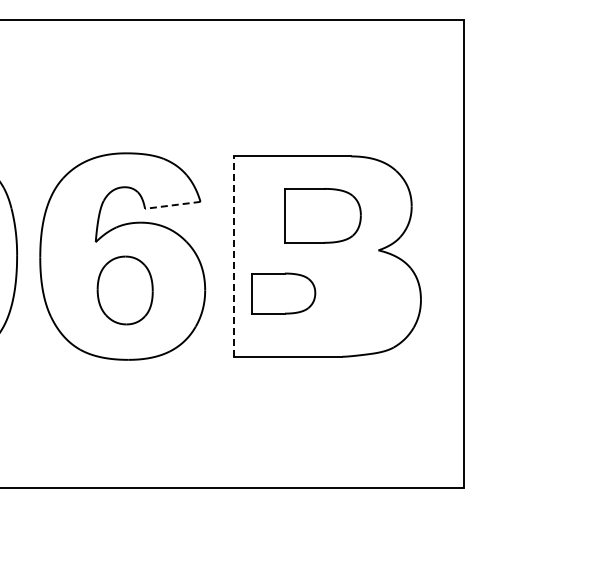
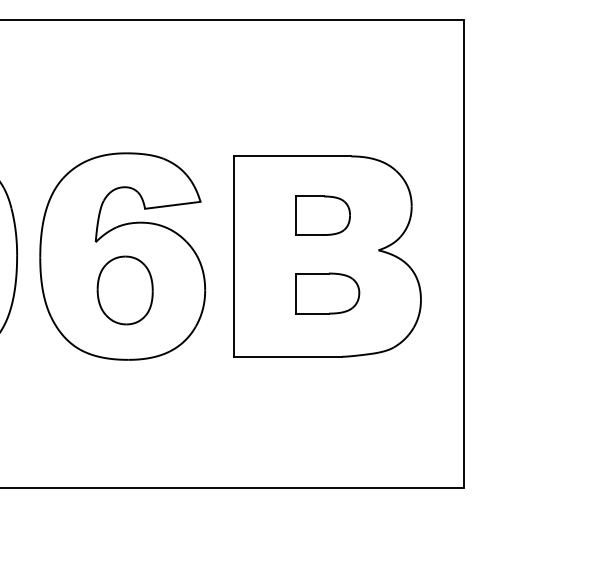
line at (172, 205): dashed -> solid
part at (322, 215) size: 78x56 px -> 56x41 px
line at (234, 256): dashed -> solid
part at (283, 293) position: (283, 293) -> (327, 293)
